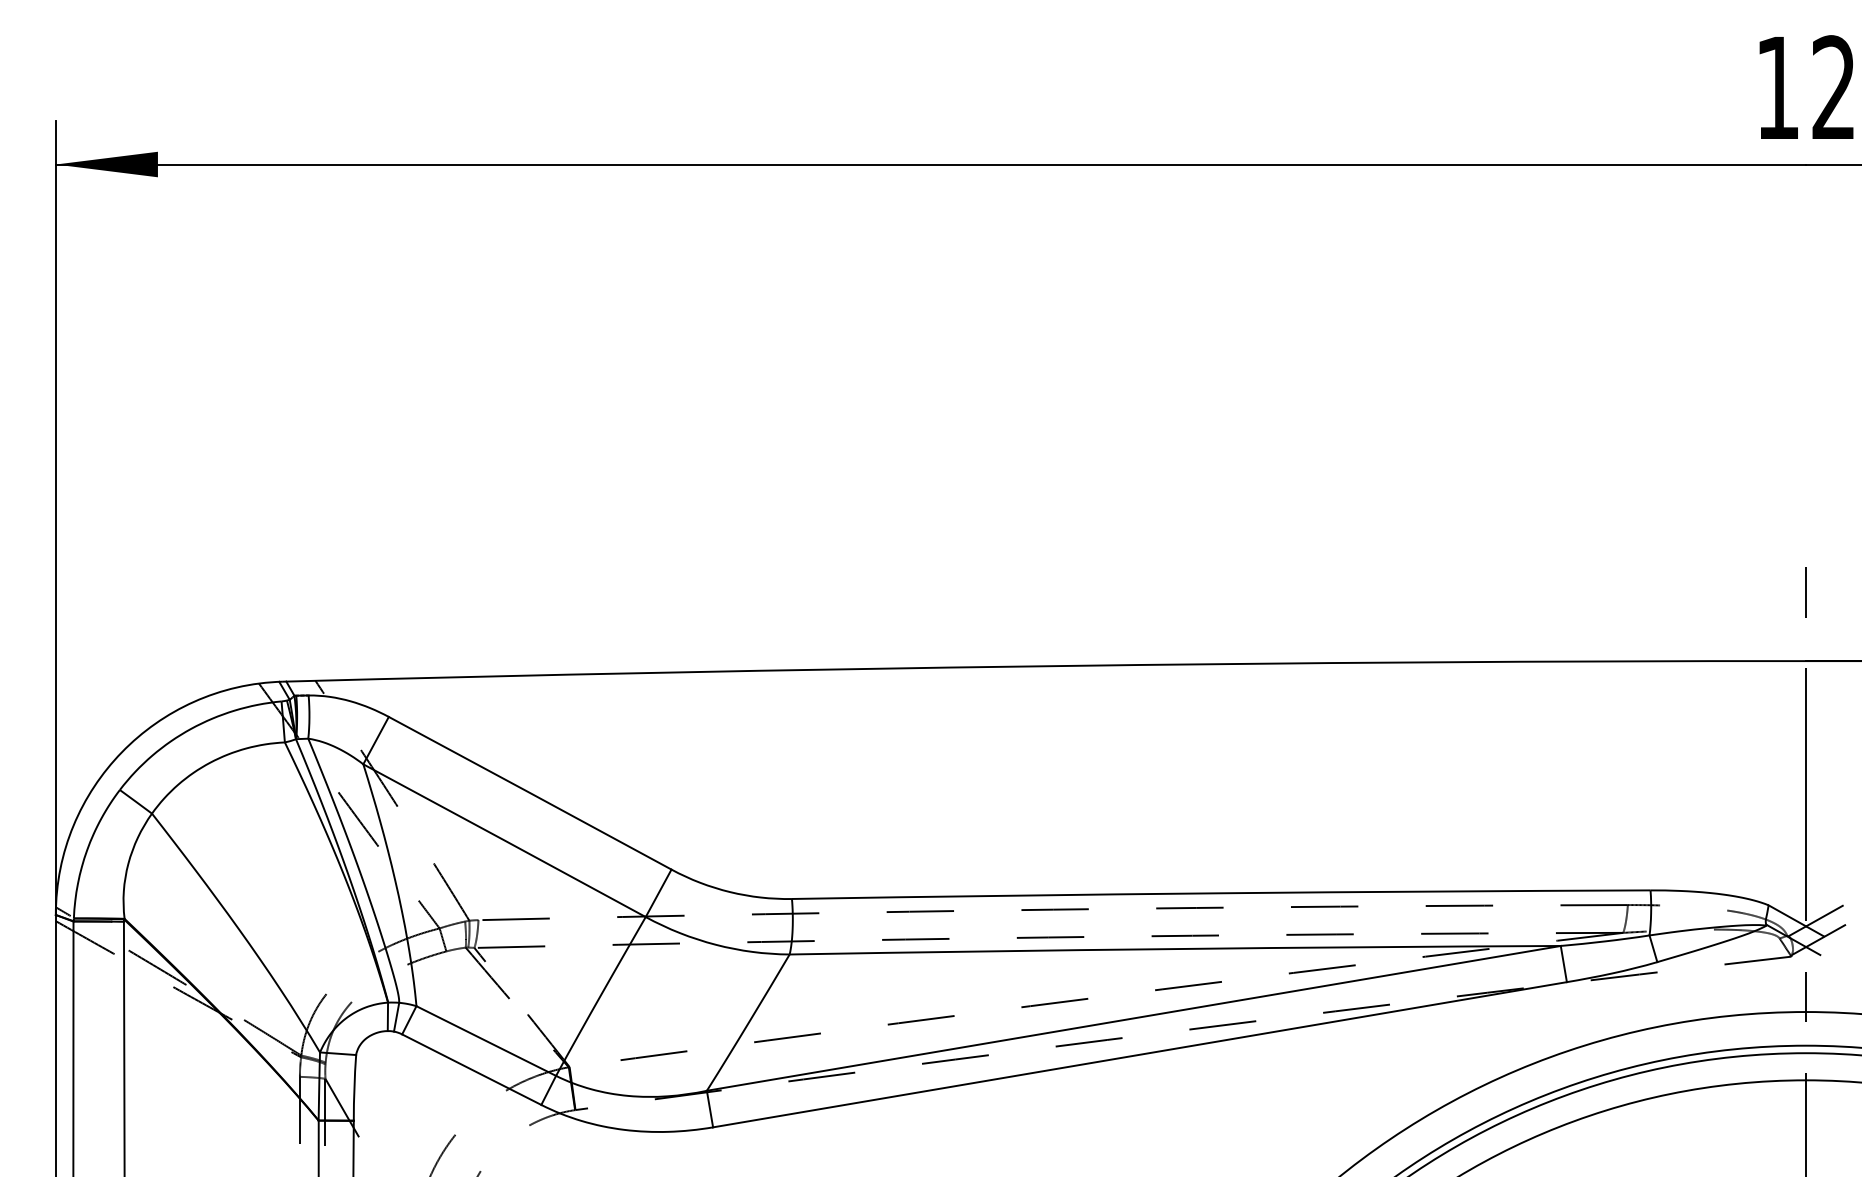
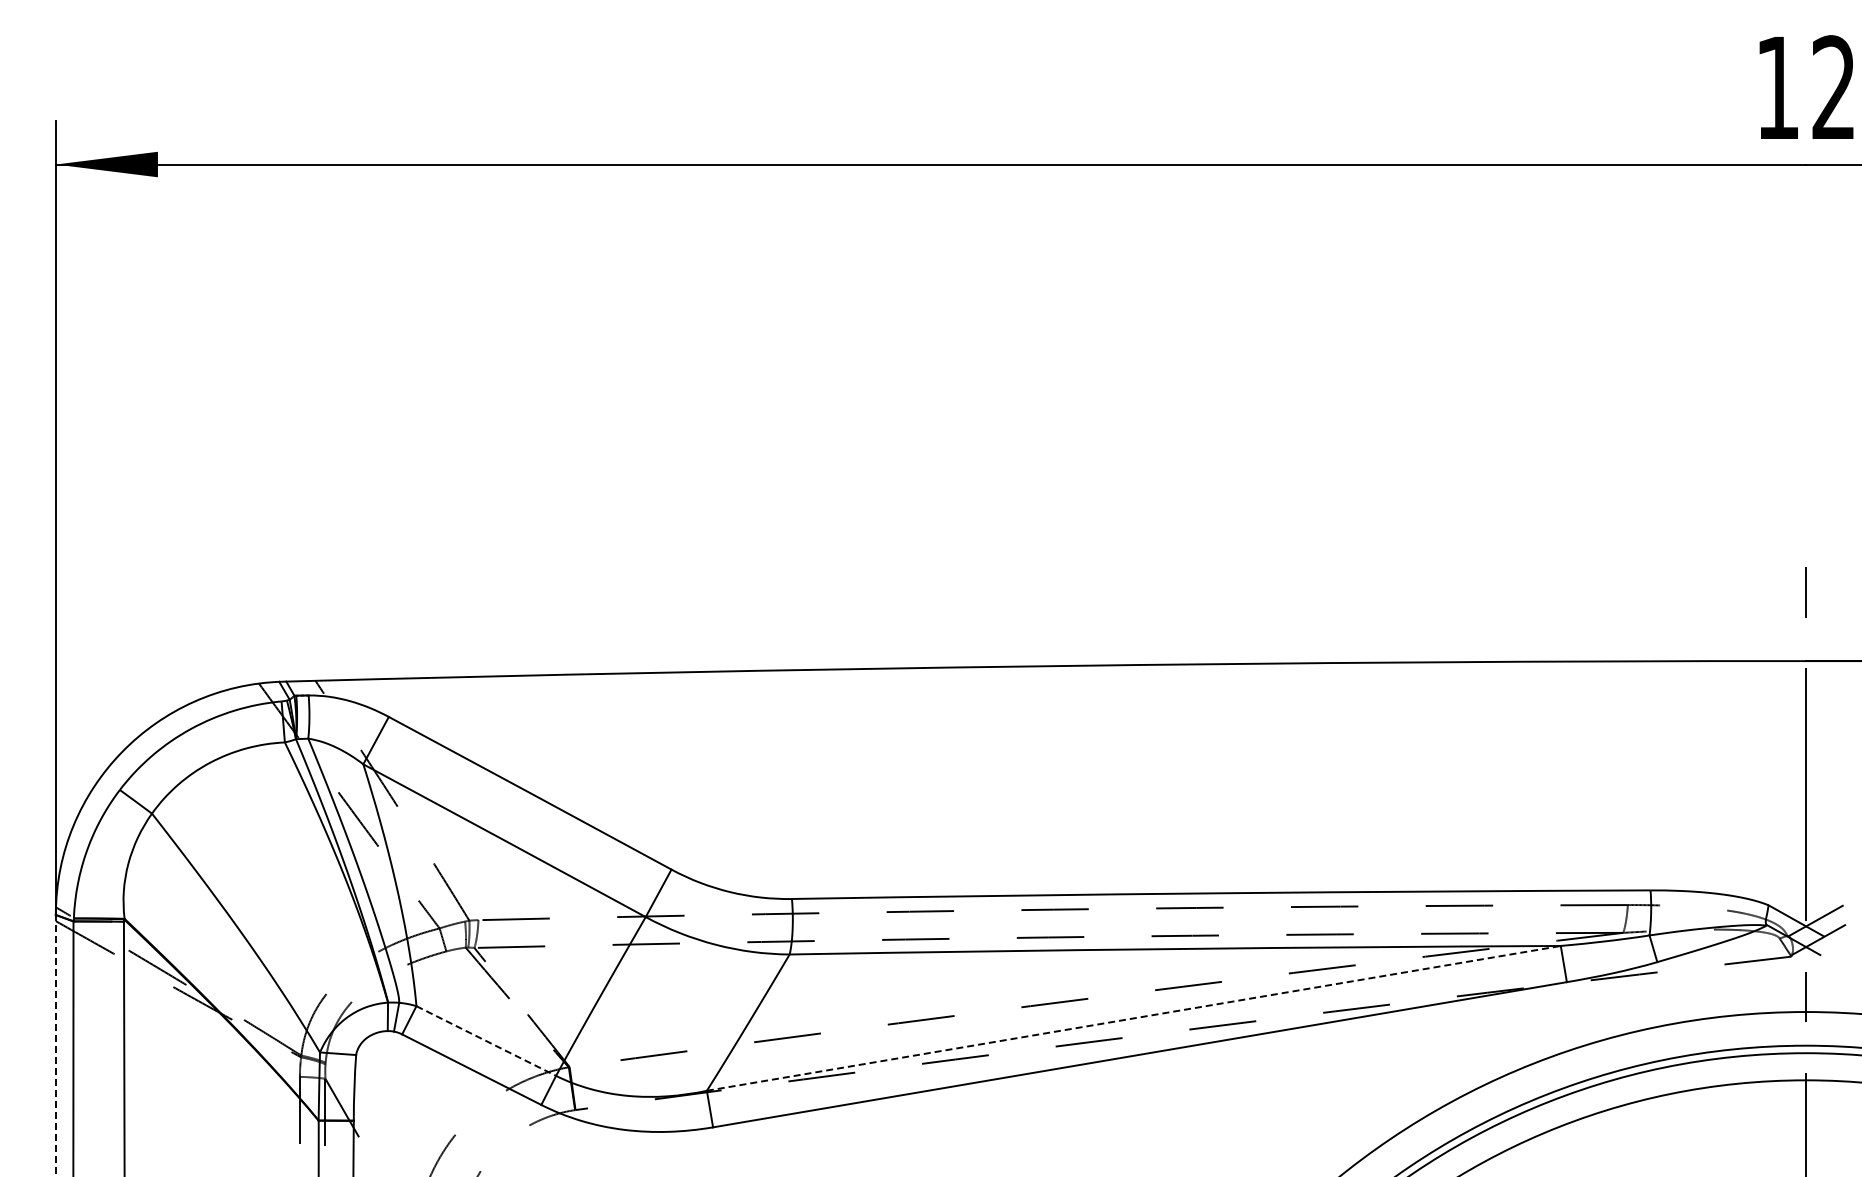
line at (1134, 1018): solid -> dashed
line at (486, 1041): solid -> dashed
line at (55, 1045): solid -> dashed
